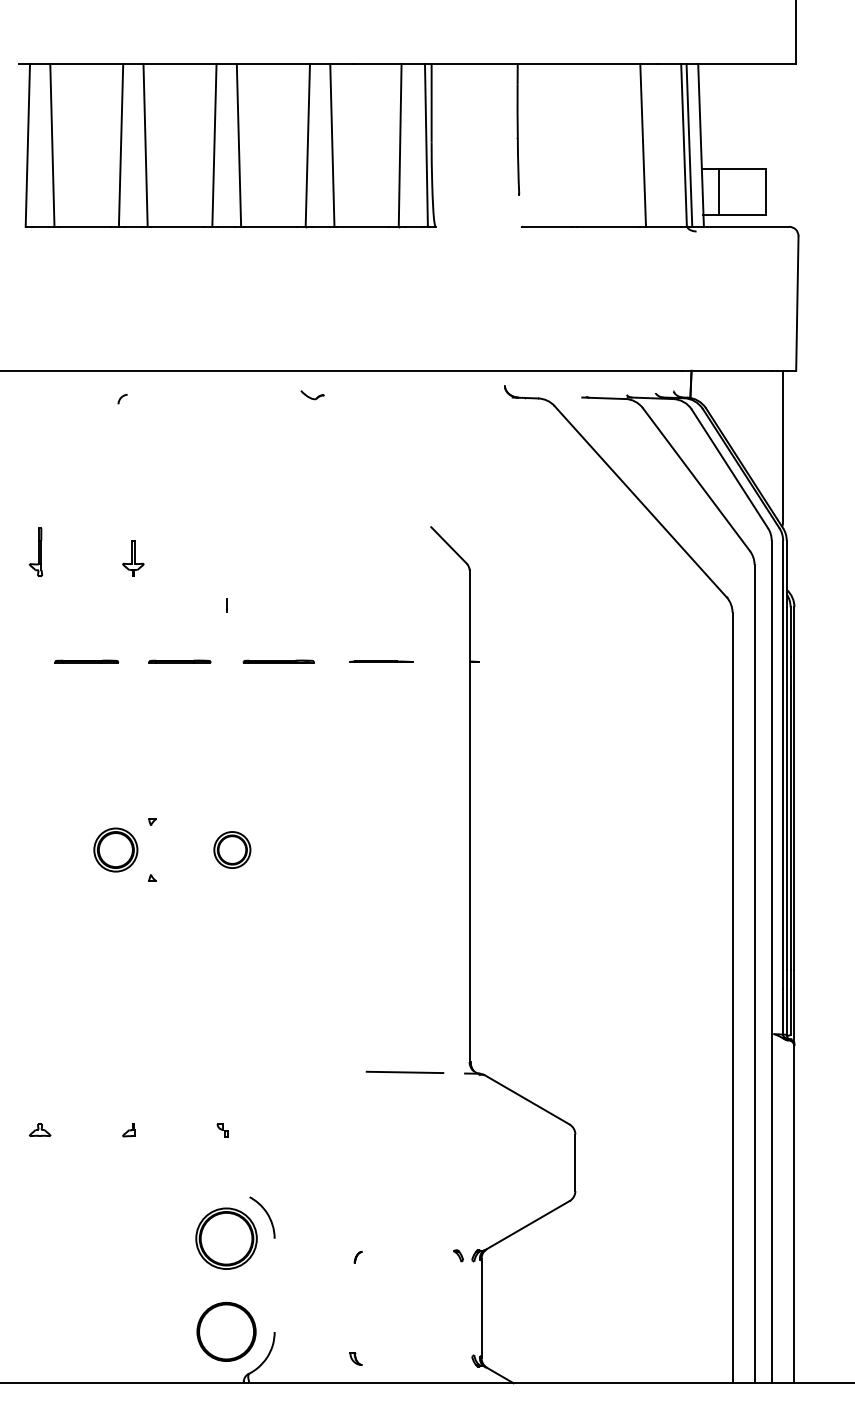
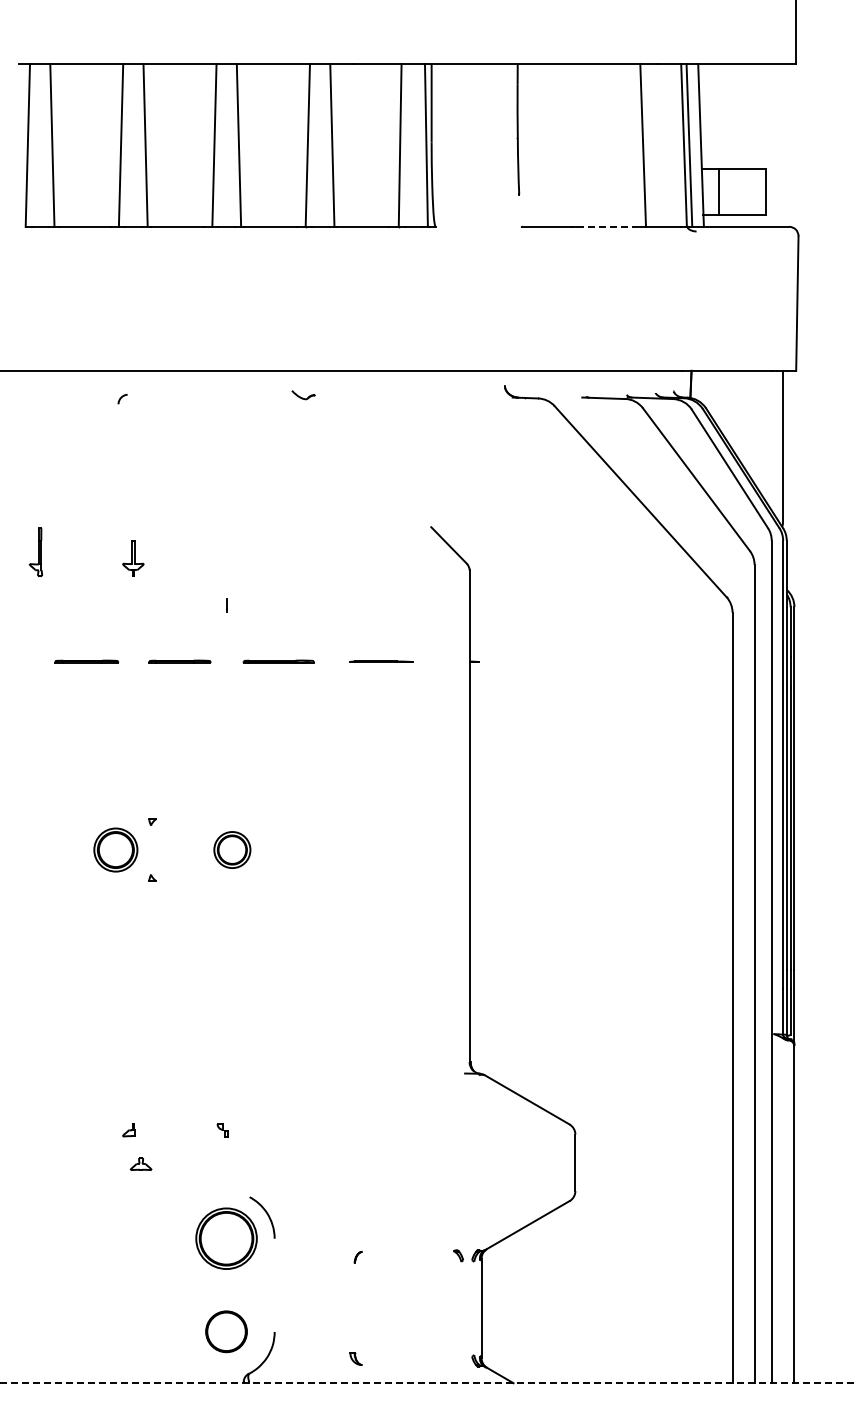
line at (608, 226): solid -> dashed
part at (312, 395) position: (312, 395) -> (303, 395)
line at (404, 1072): present -> none
part at (39, 1129) position: (39, 1129) -> (140, 1163)
part at (226, 1331) size: 61x61 px -> 43x44 px
line at (427, 1383): solid -> dashed
